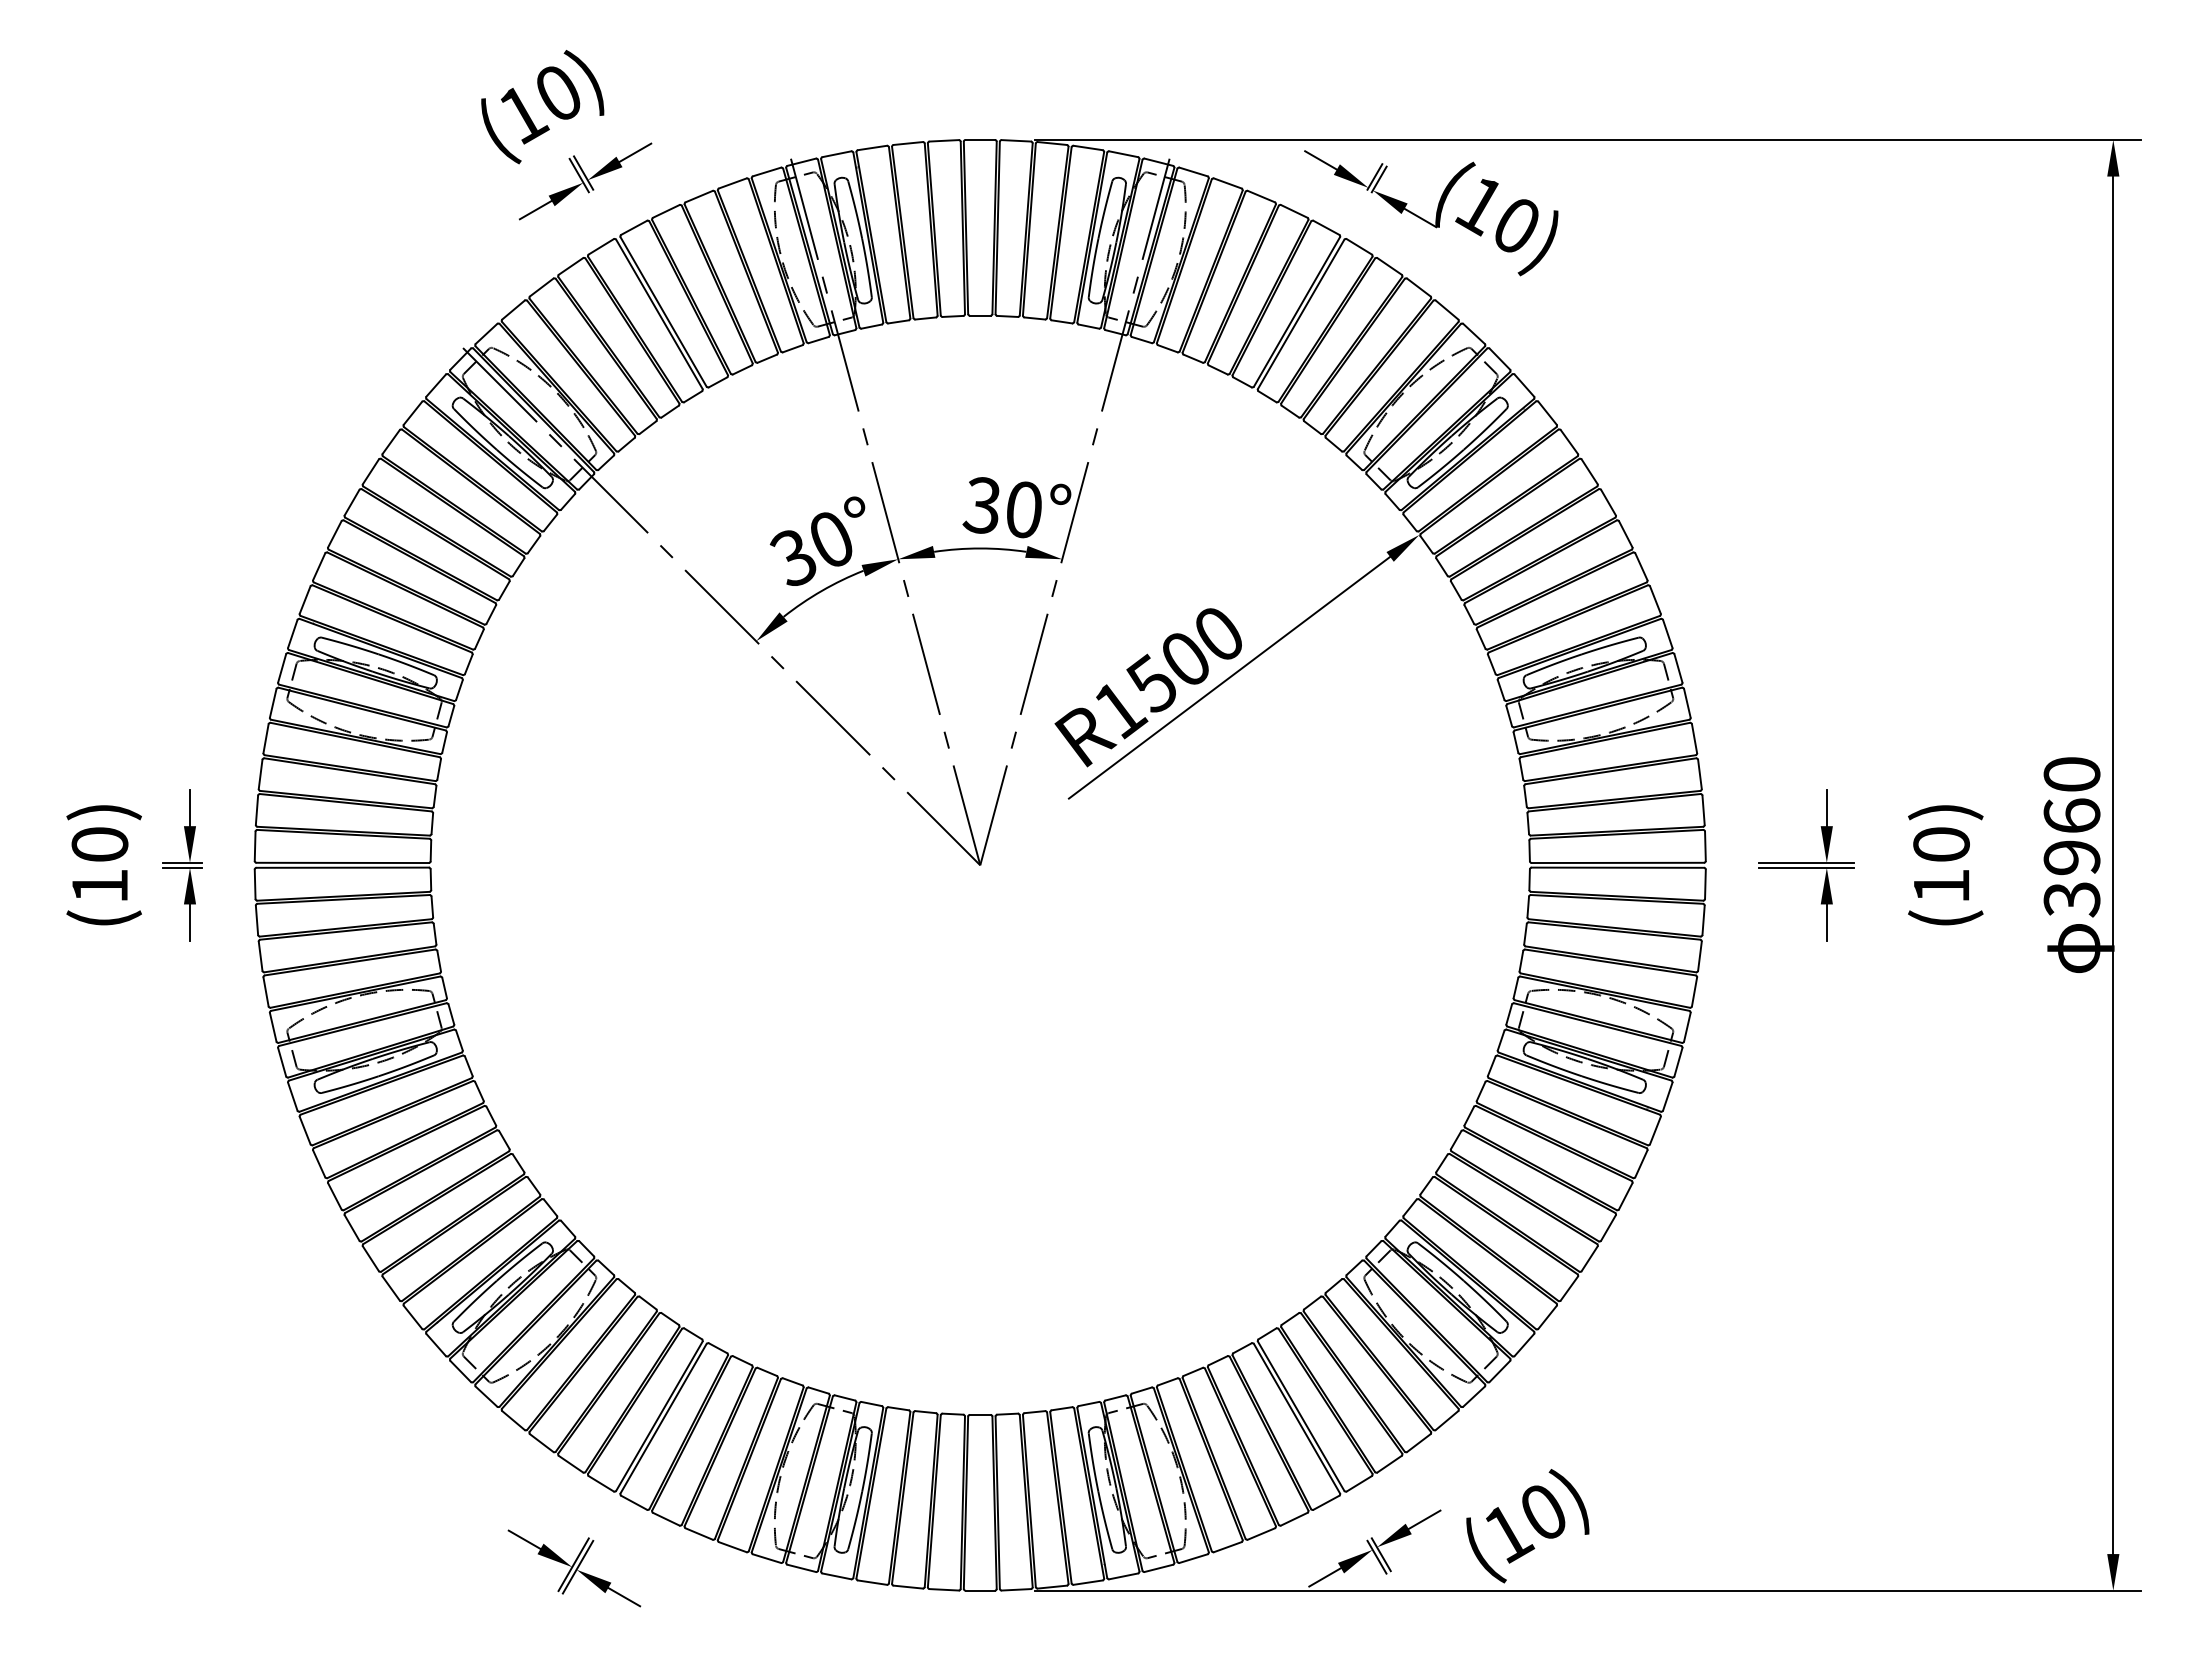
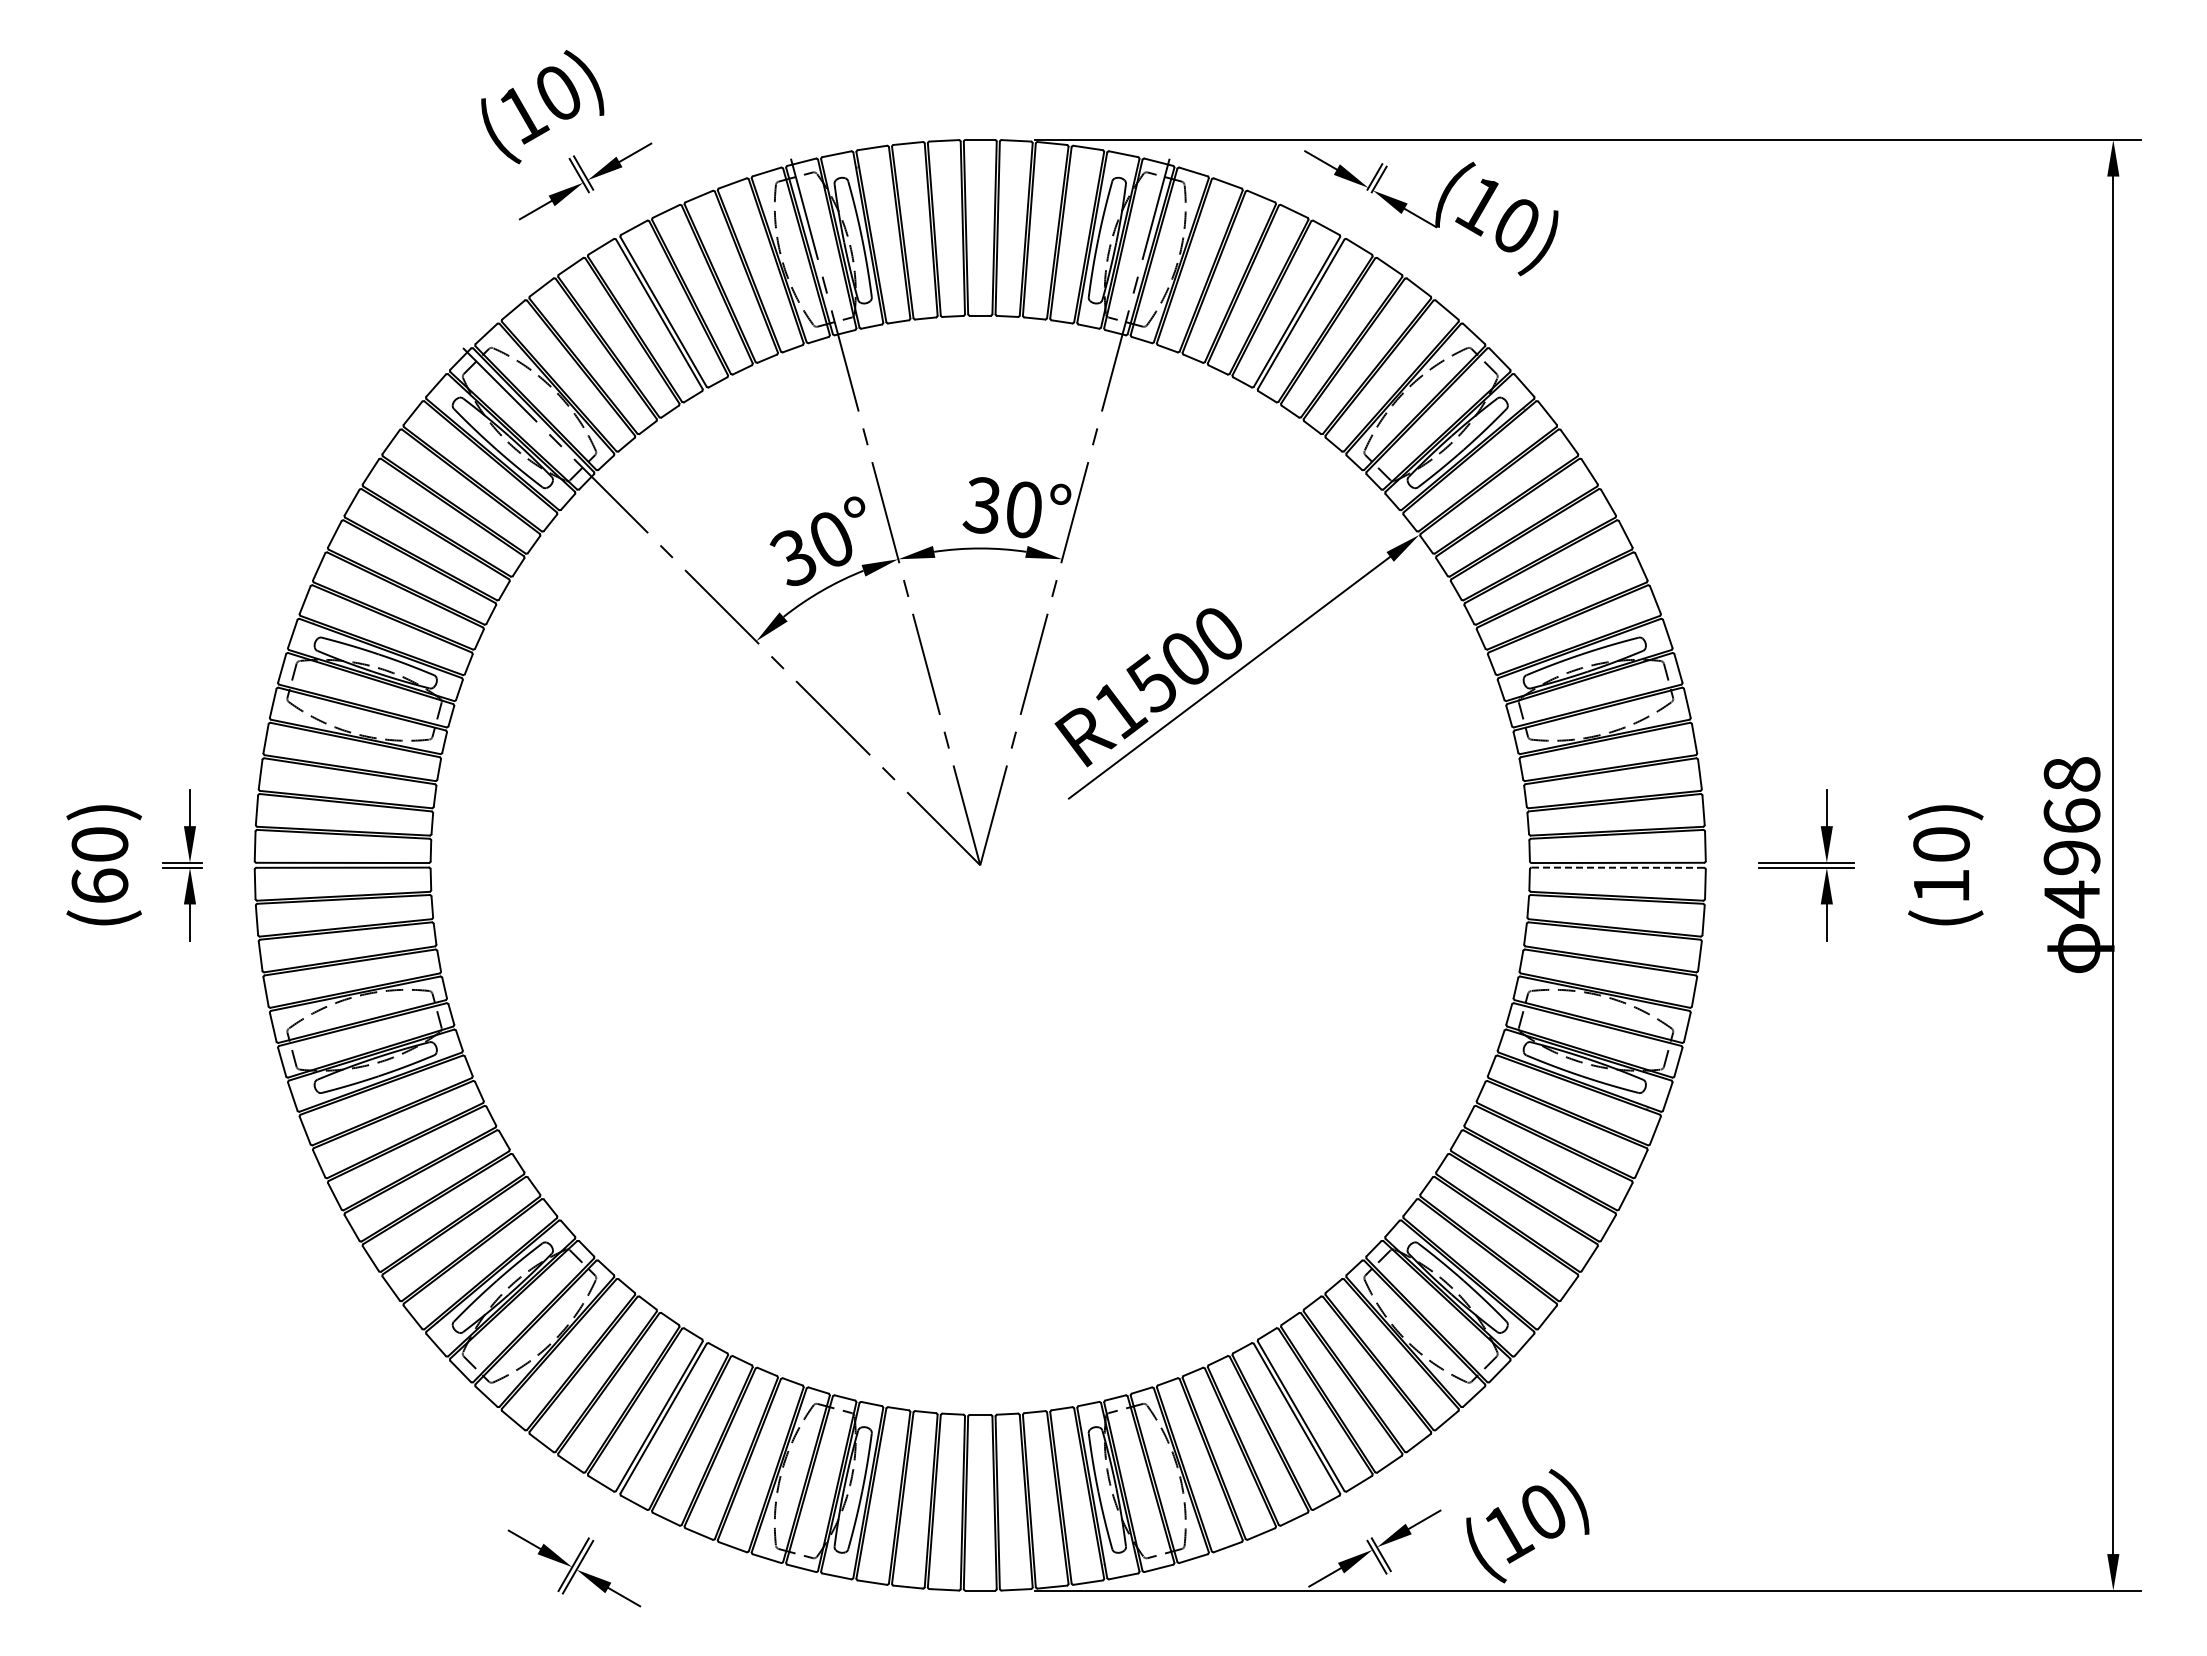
text at (2071, 837): 3960 -> 4968
line at (1617, 867): solid -> dashed
text at (99, 885): (10) -> (60)
